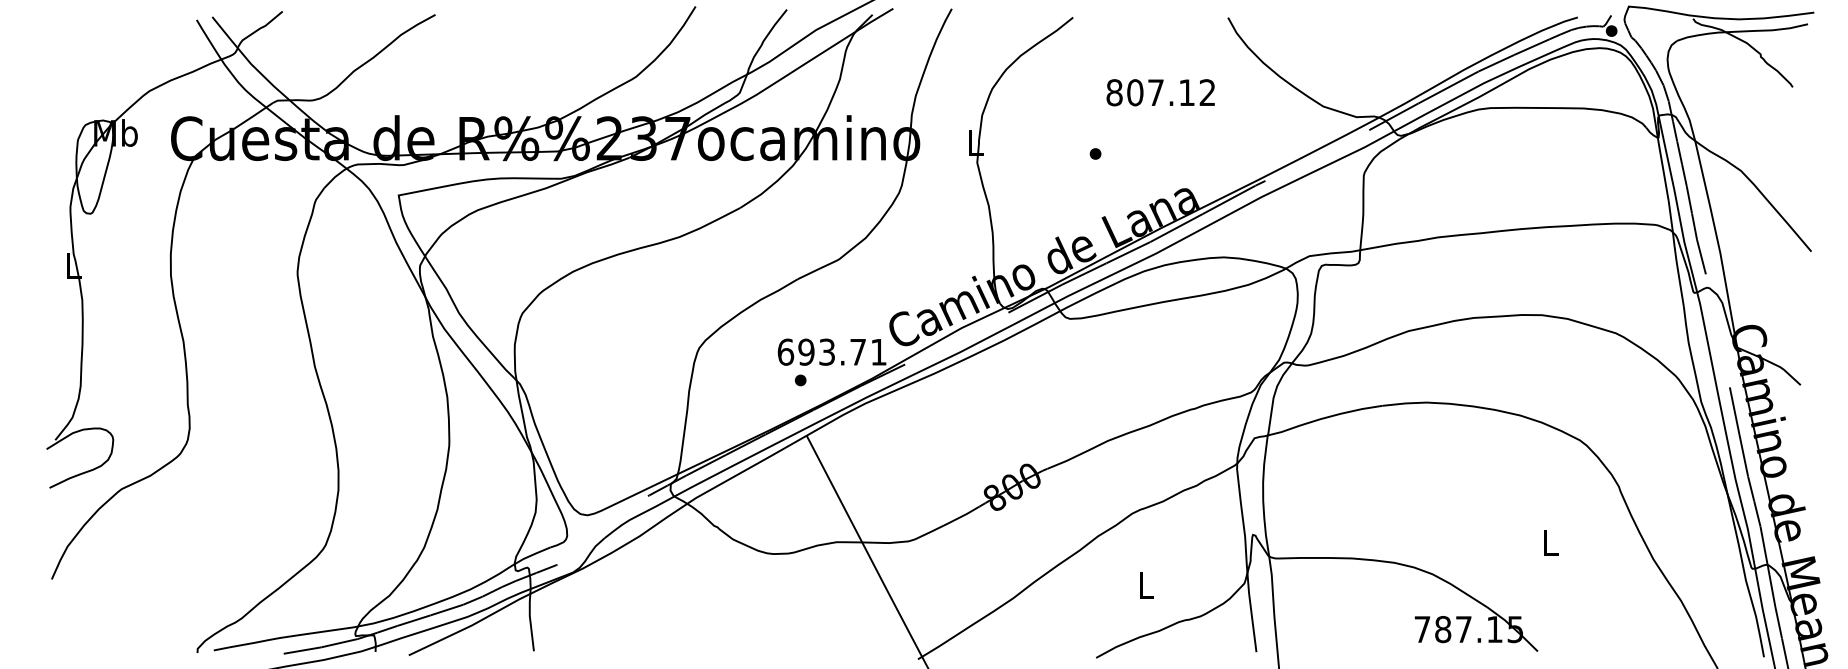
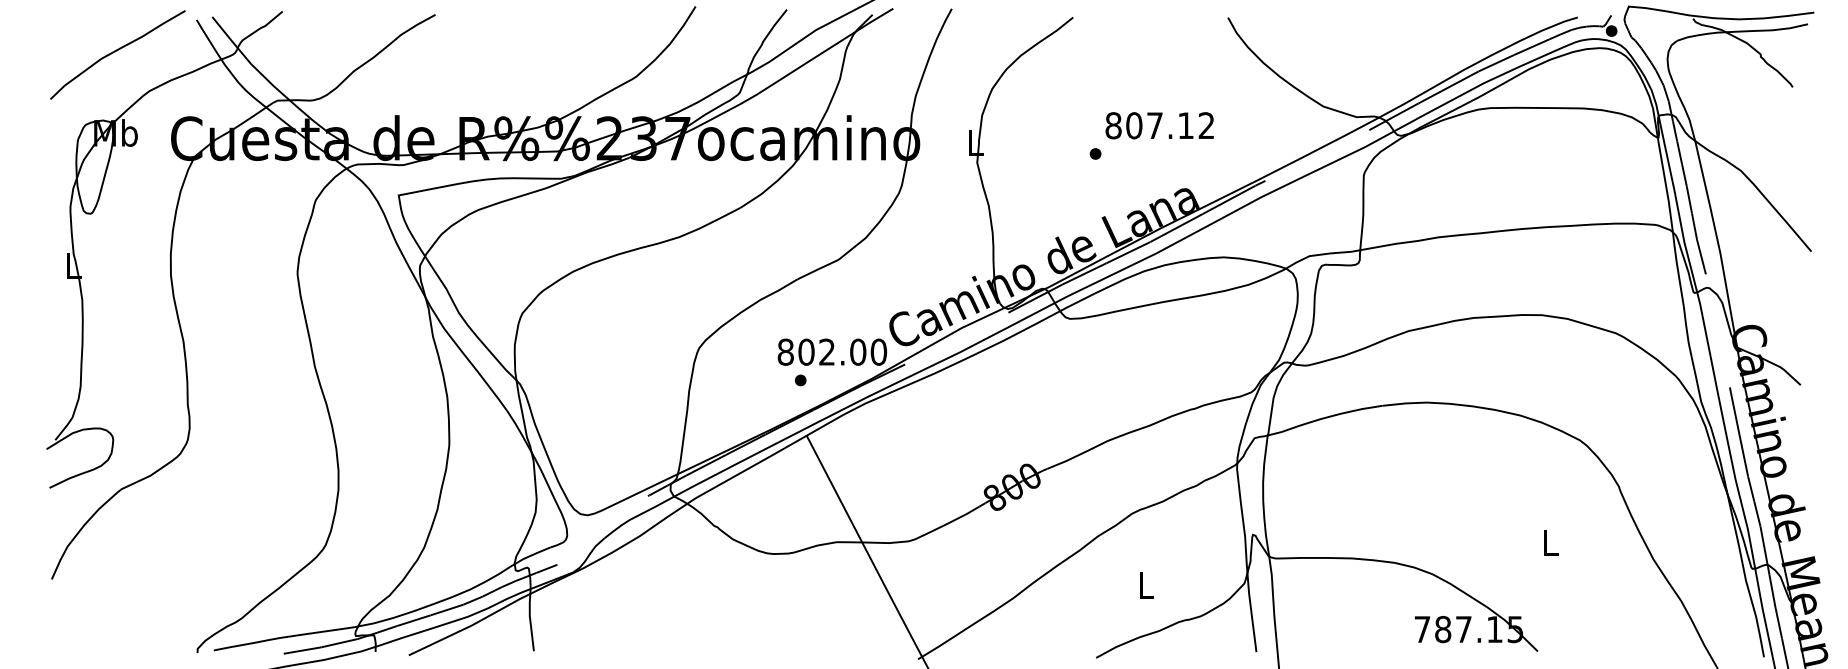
curve at (115, 52): none -> present
text at (1160, 92) position: (1160, 92) -> (1159, 125)
text at (832, 351): 693.71 -> 802.00
